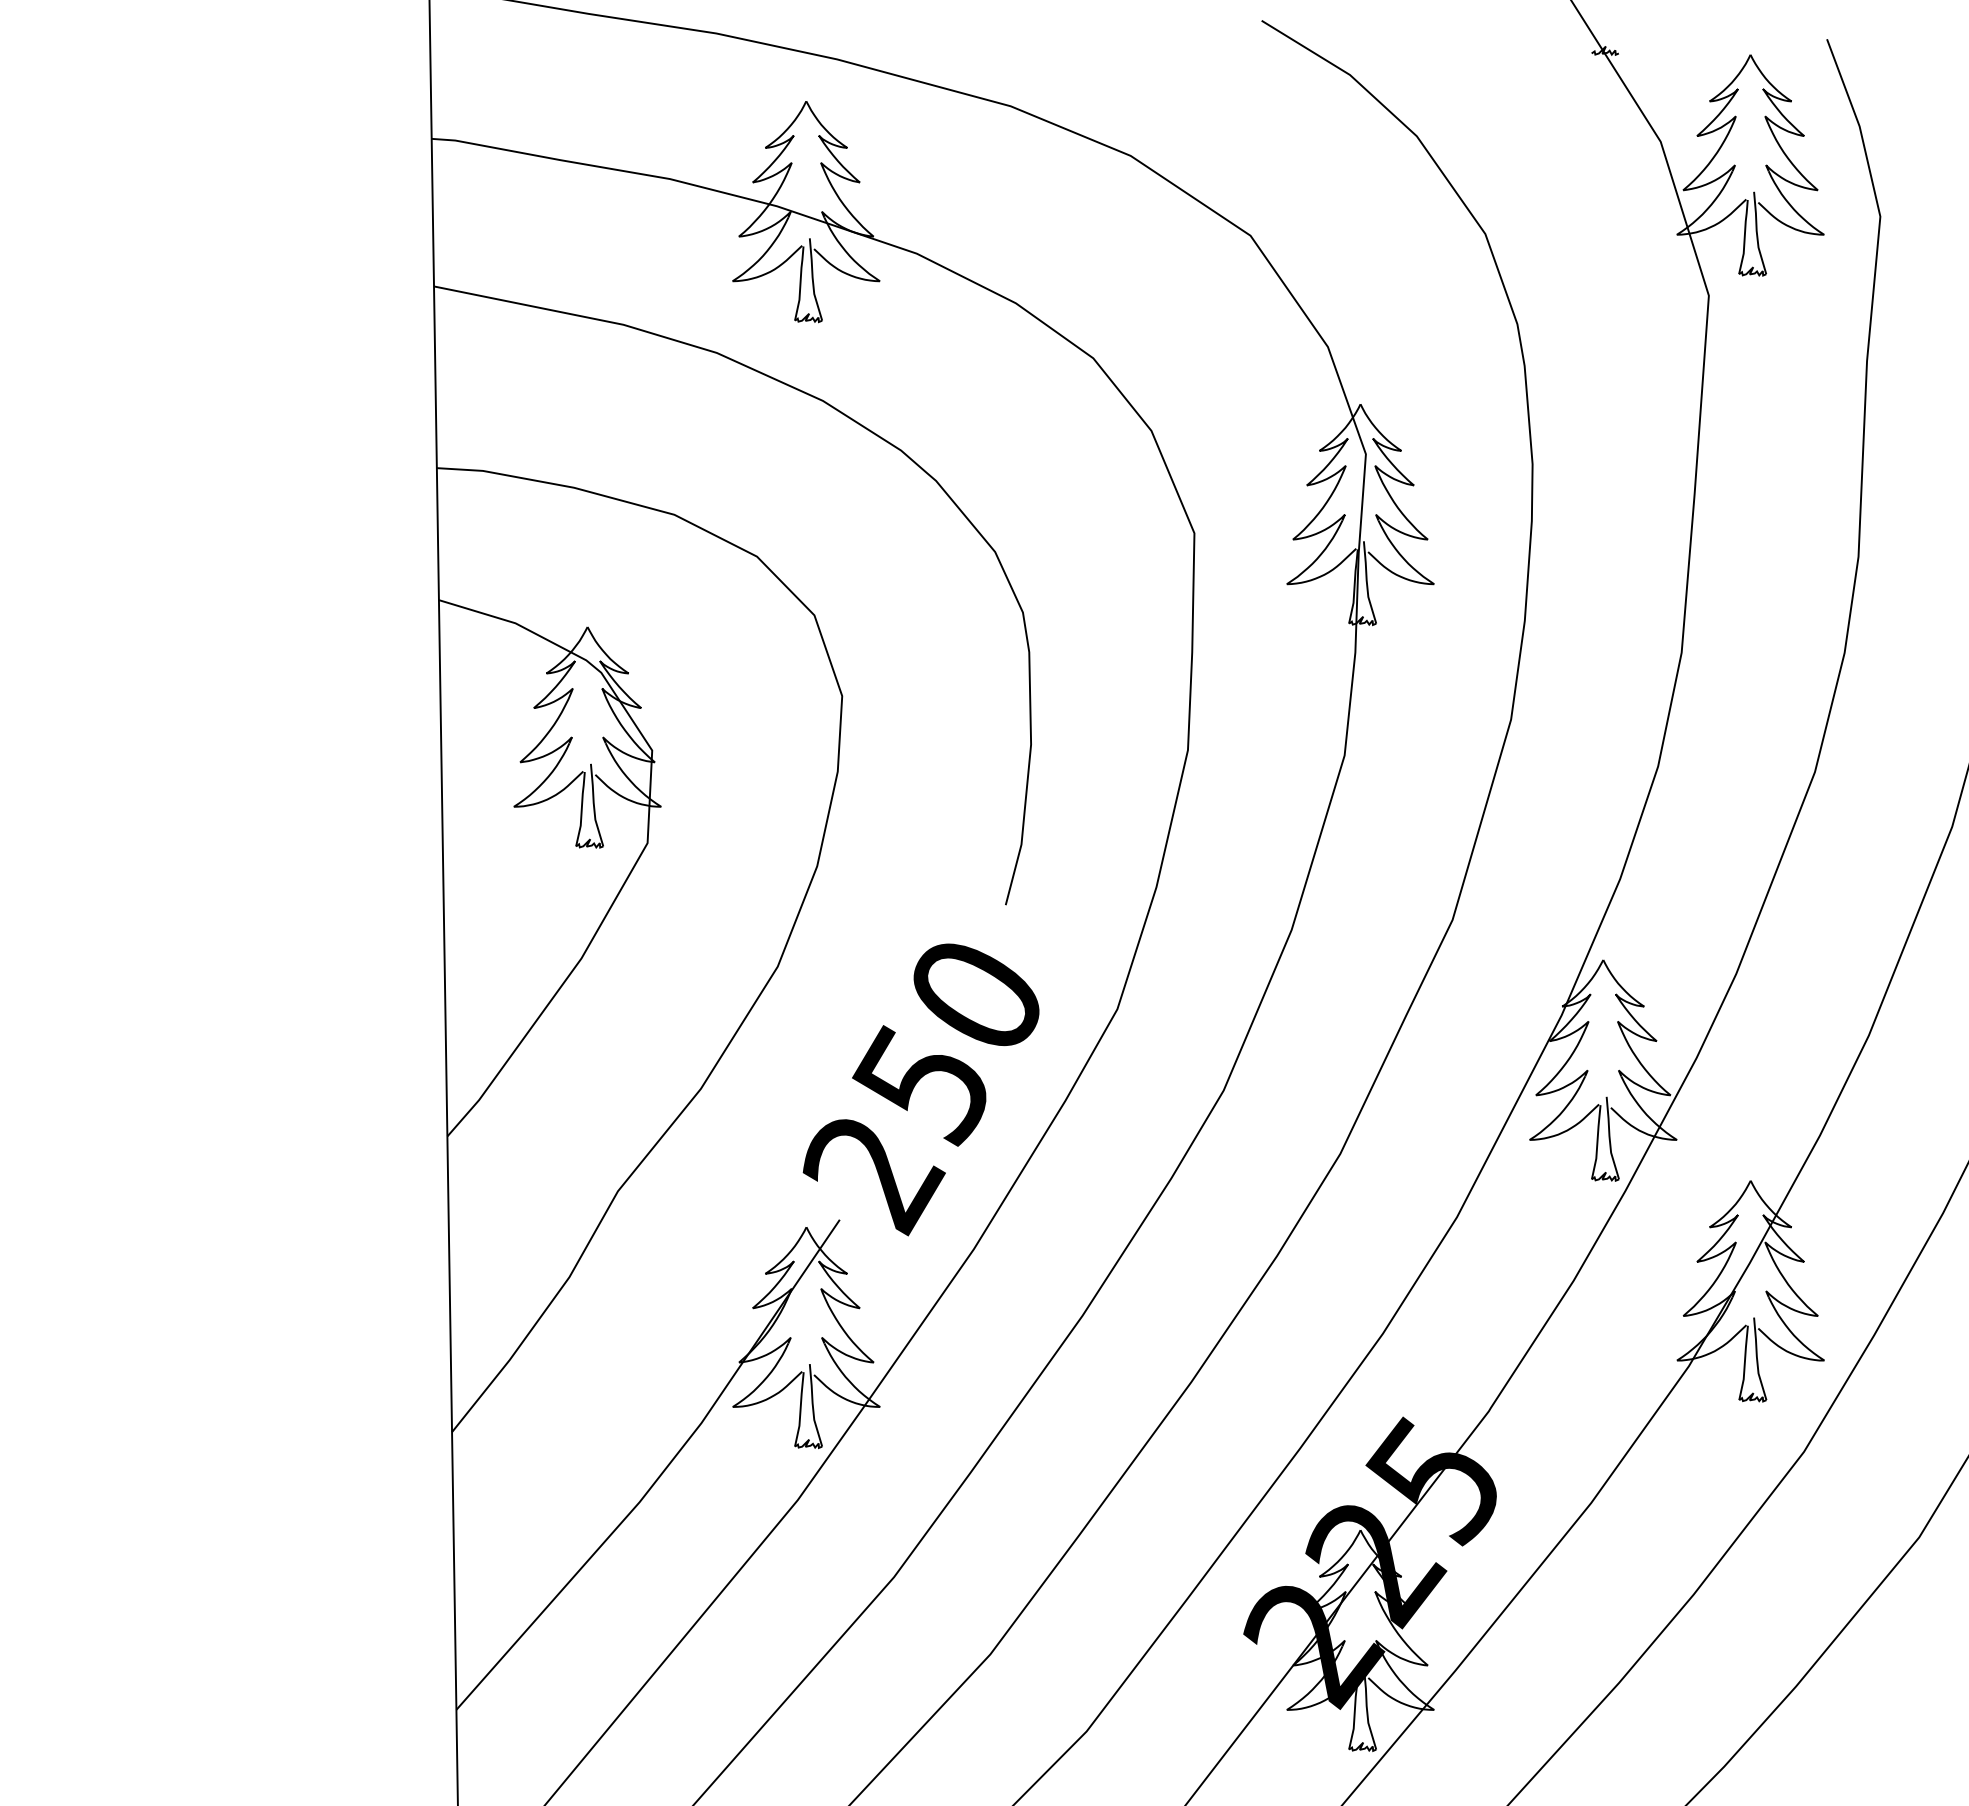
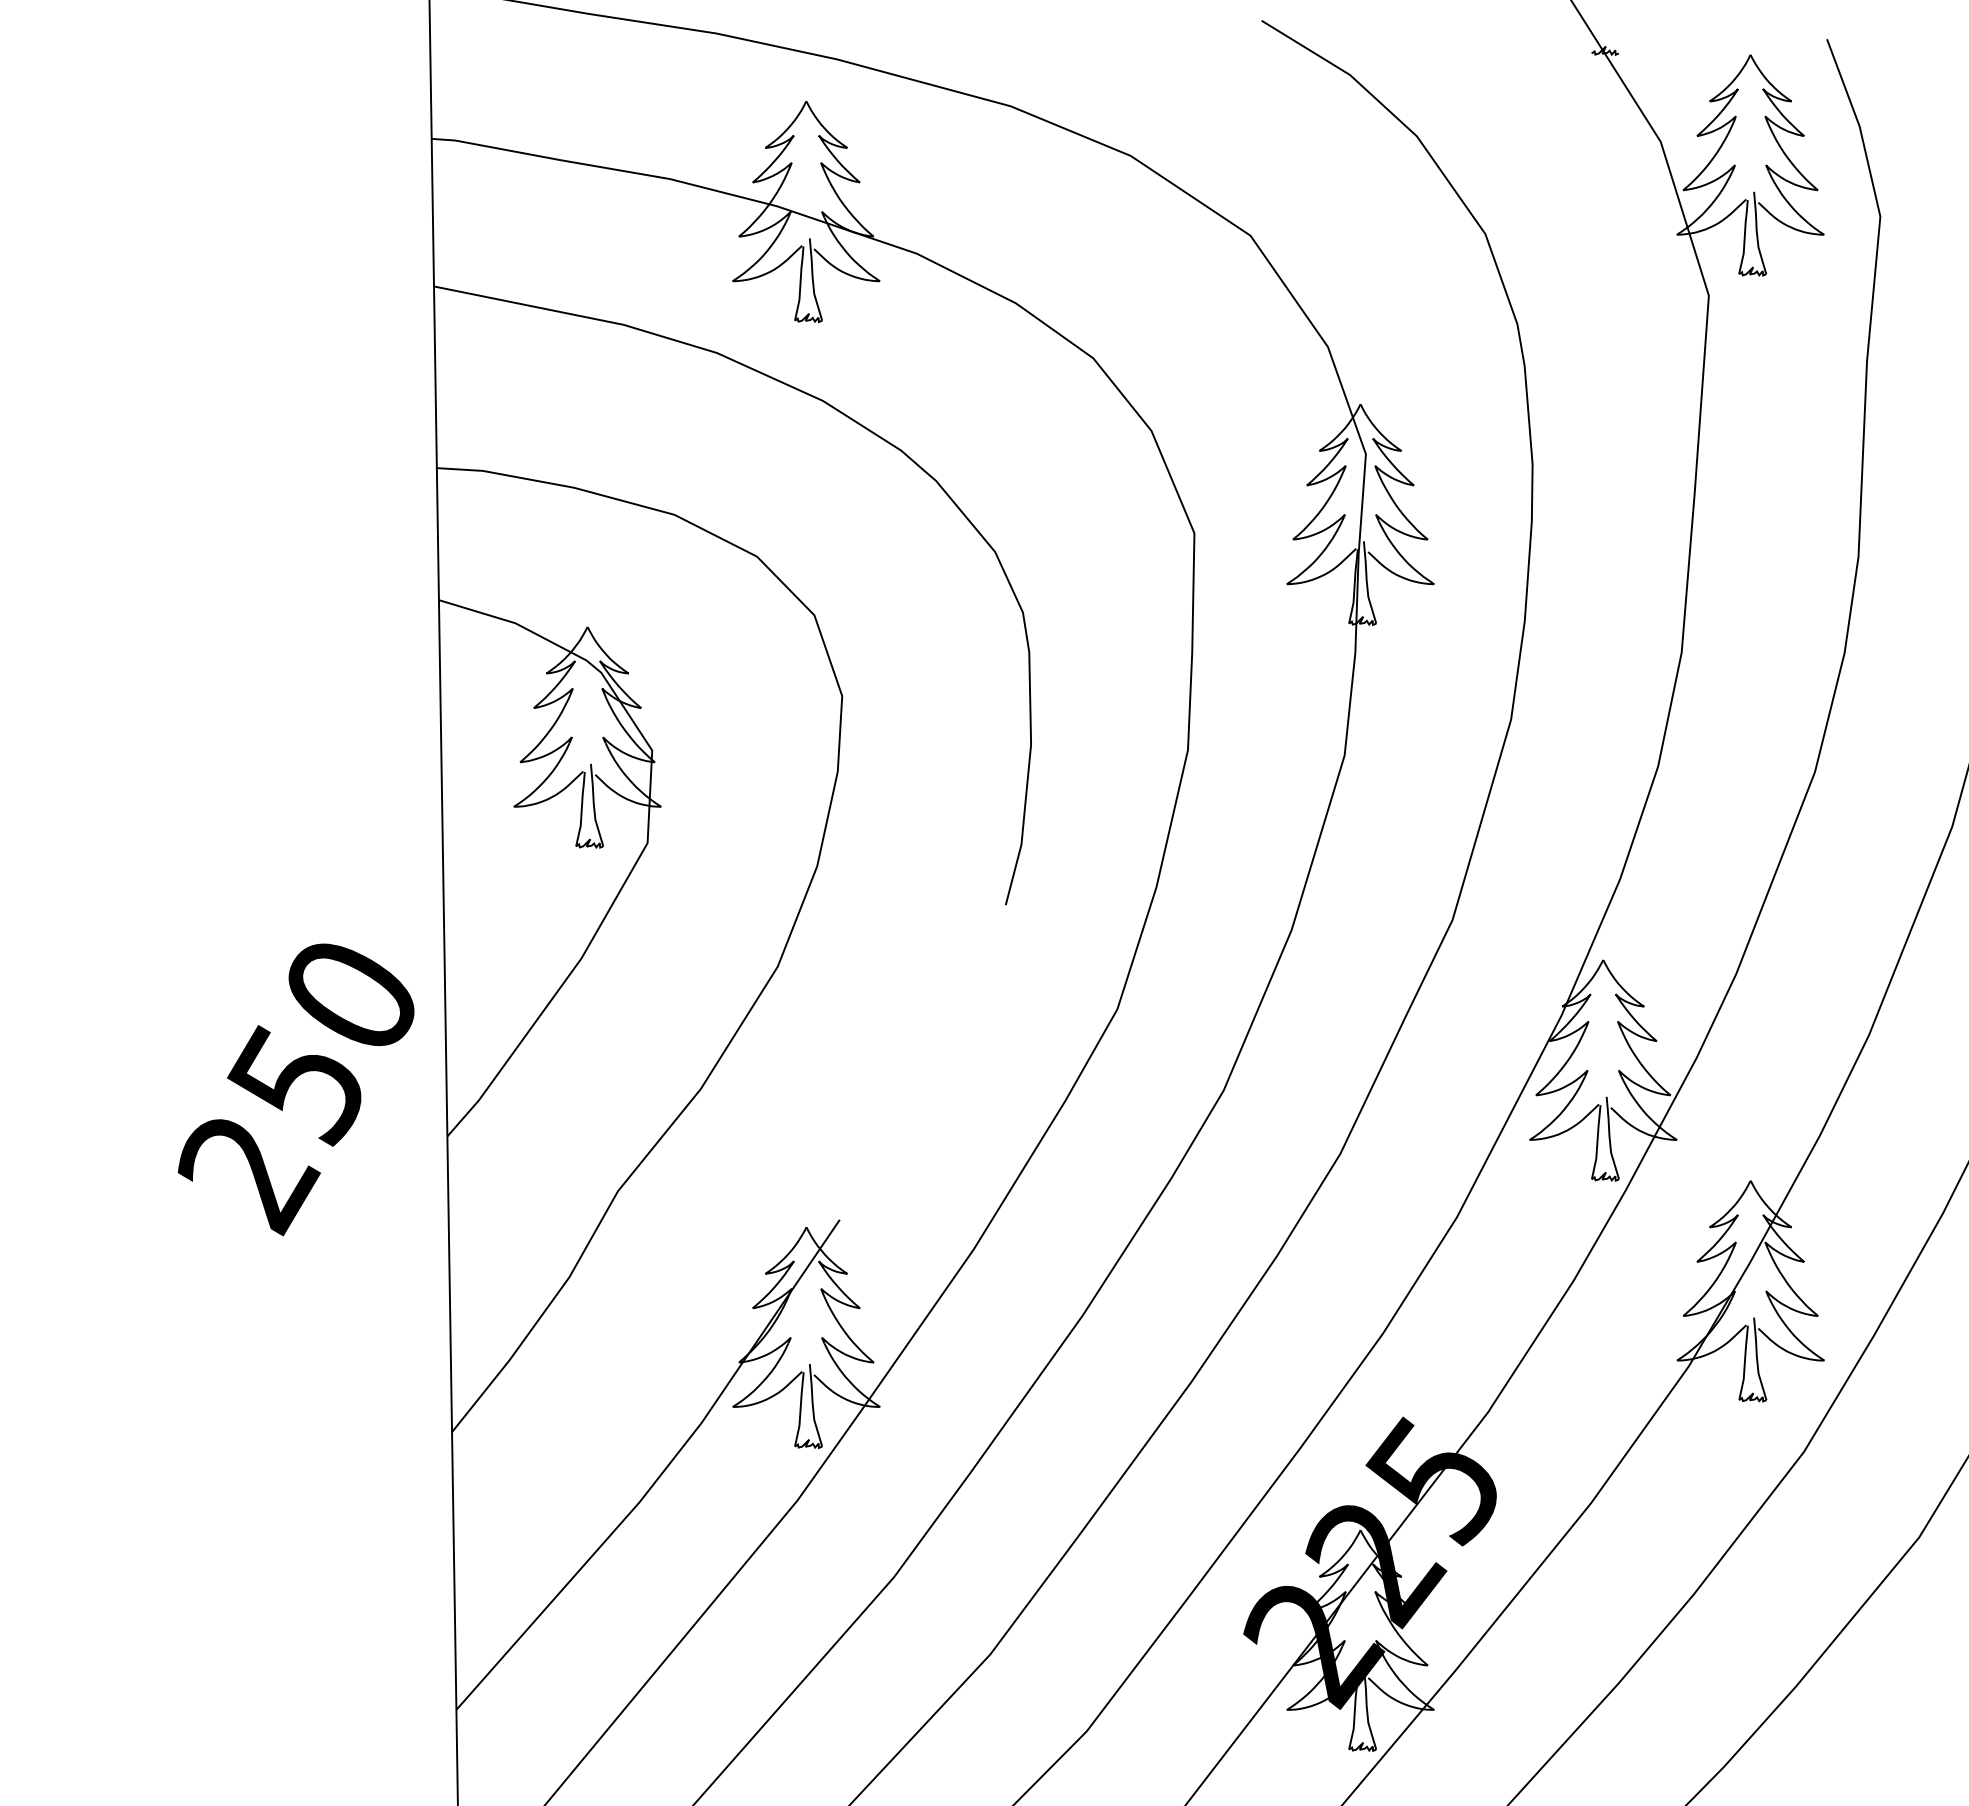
text at (920, 1089) position: (920, 1089) -> (295, 1089)
